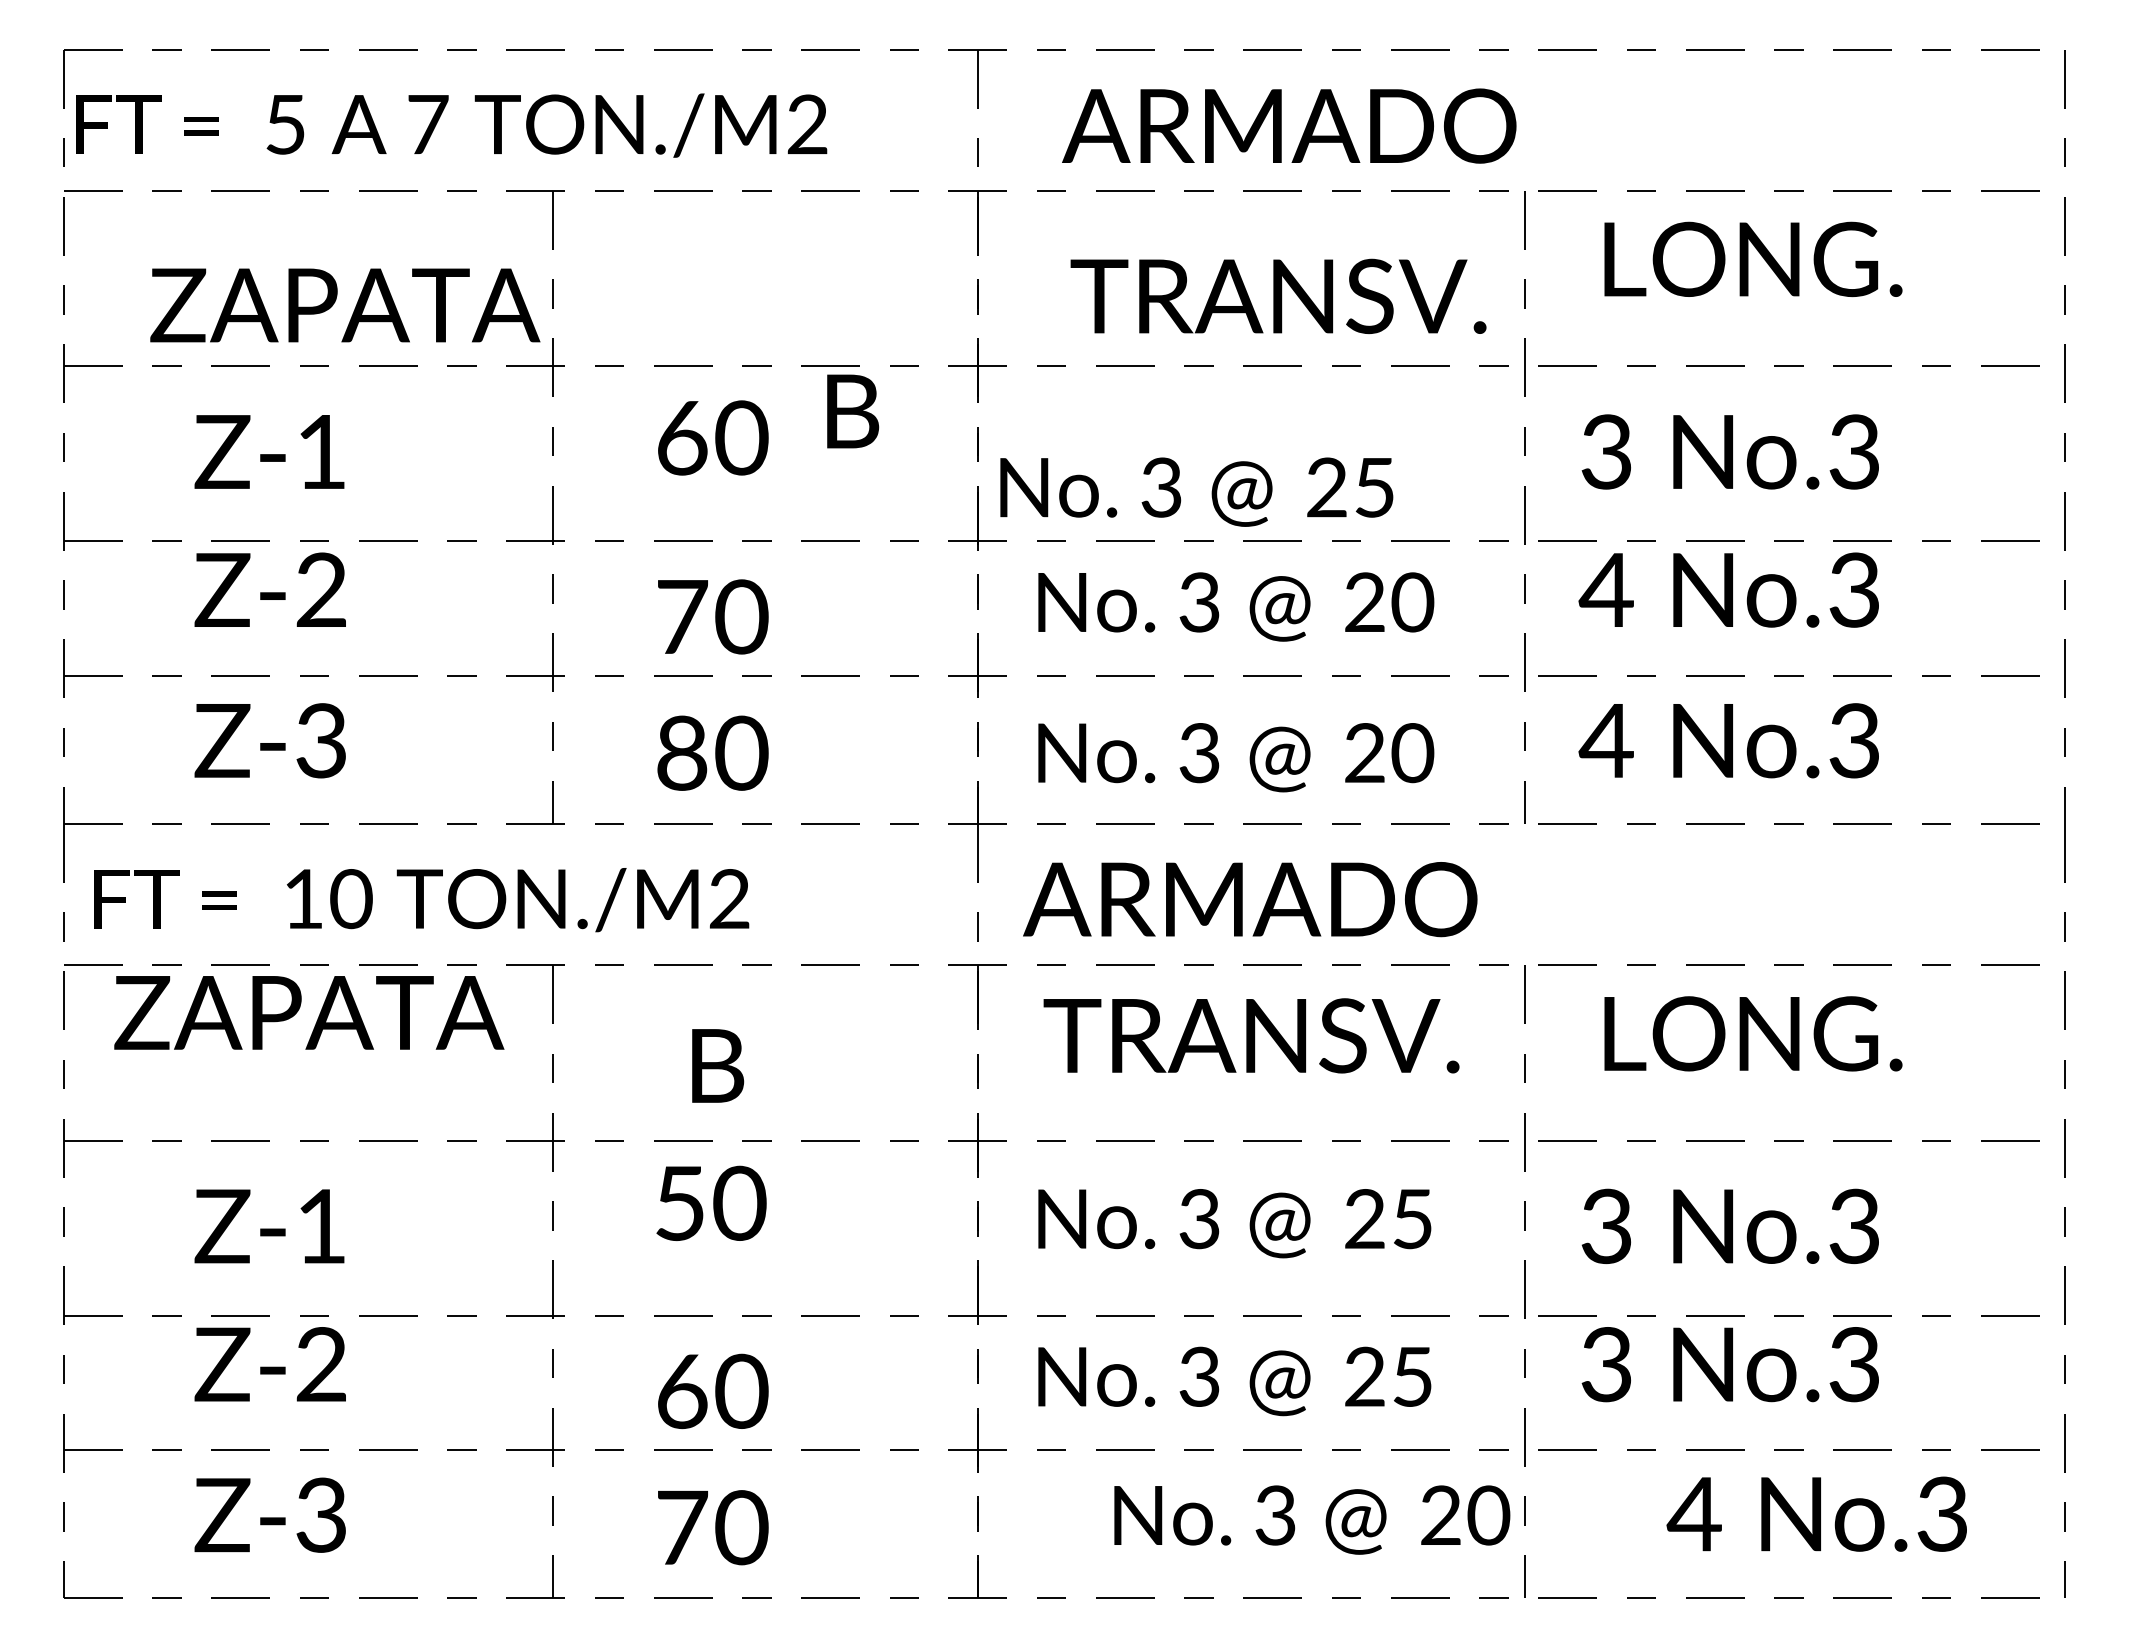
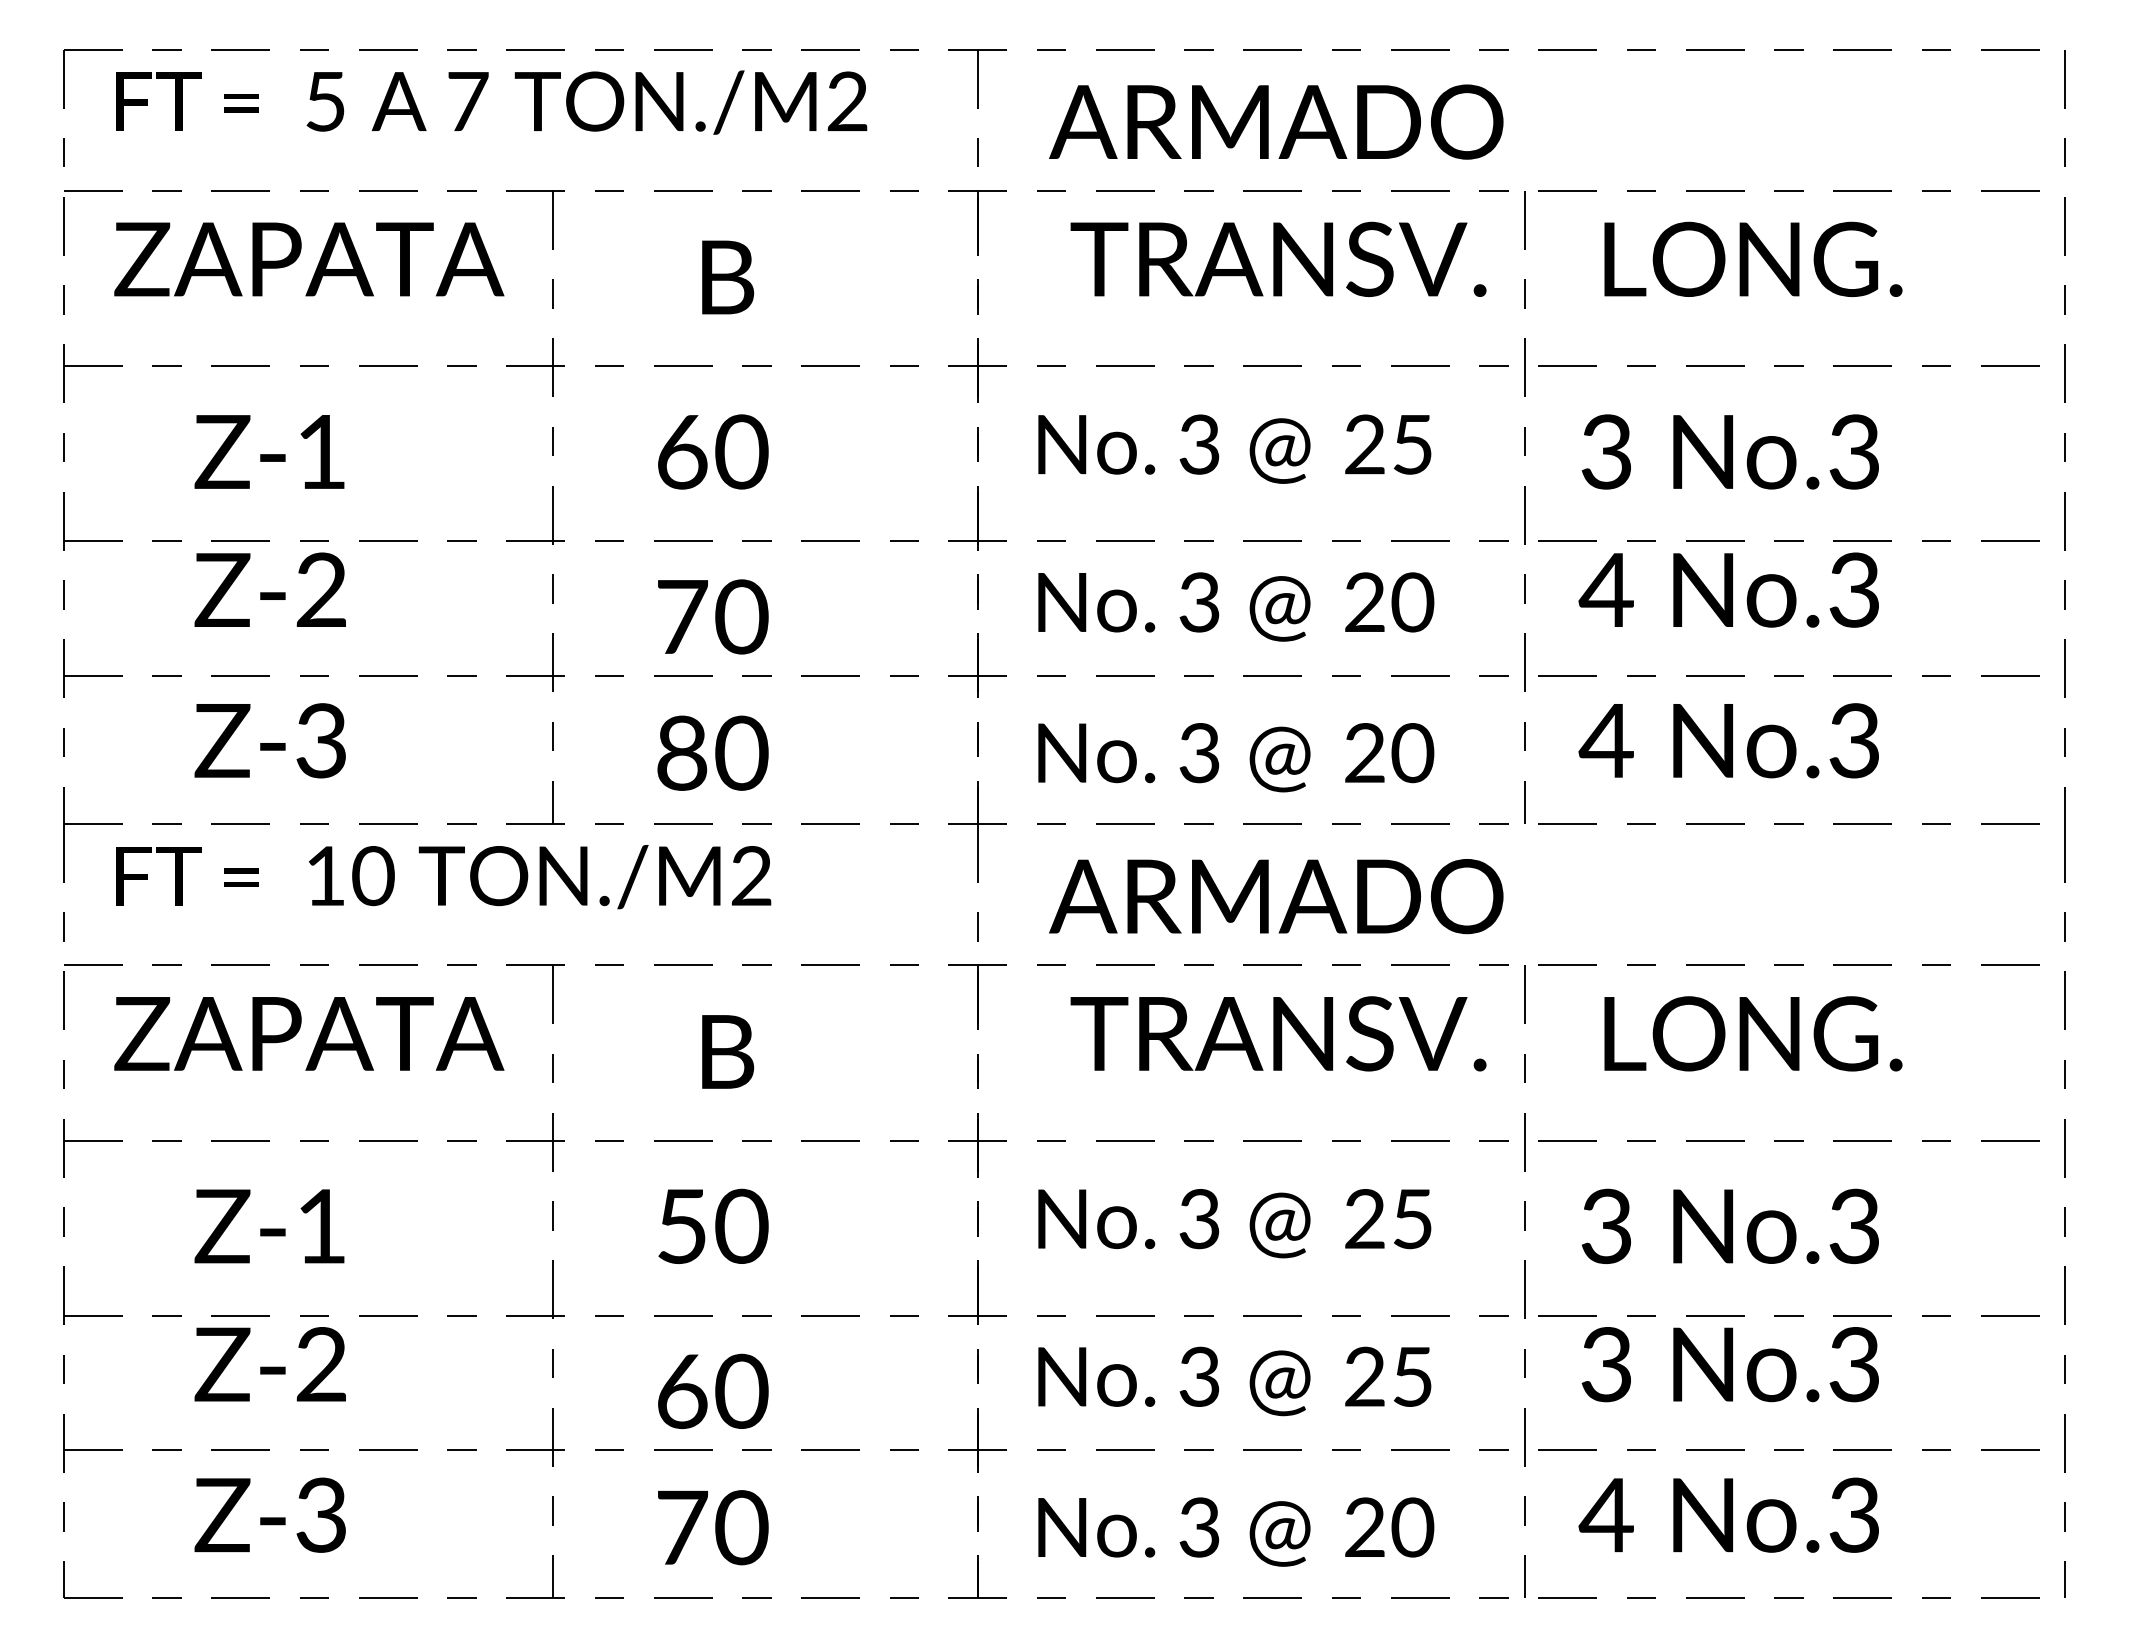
text at (451, 125) position: (451, 125) -> (491, 102)
text at (1289, 125) position: (1289, 125) -> (1276, 121)
text at (1278, 296) position: (1278, 296) -> (1278, 259)
text at (345, 305) position: (345, 305) -> (309, 259)
text at (853, 411) position: (853, 411) -> (728, 277)
text at (713, 437) position: (713, 437) -> (713, 451)
text at (1196, 491) position: (1196, 491) -> (1234, 448)
text at (1250, 899) position: (1250, 899) -> (1276, 896)
text at (421, 900) position: (421, 900) -> (443, 877)
text at (309, 1012) position: (309, 1012) -> (309, 1033)
text at (1251, 1035) position: (1251, 1035) -> (1278, 1033)
text at (718, 1065) position: (718, 1065) -> (728, 1051)
text at (711, 1202) position: (711, 1202) -> (713, 1225)
text at (1816, 1513) position: (1816, 1513) -> (1728, 1514)
text at (1312, 1519) position: (1312, 1519) -> (1236, 1531)
